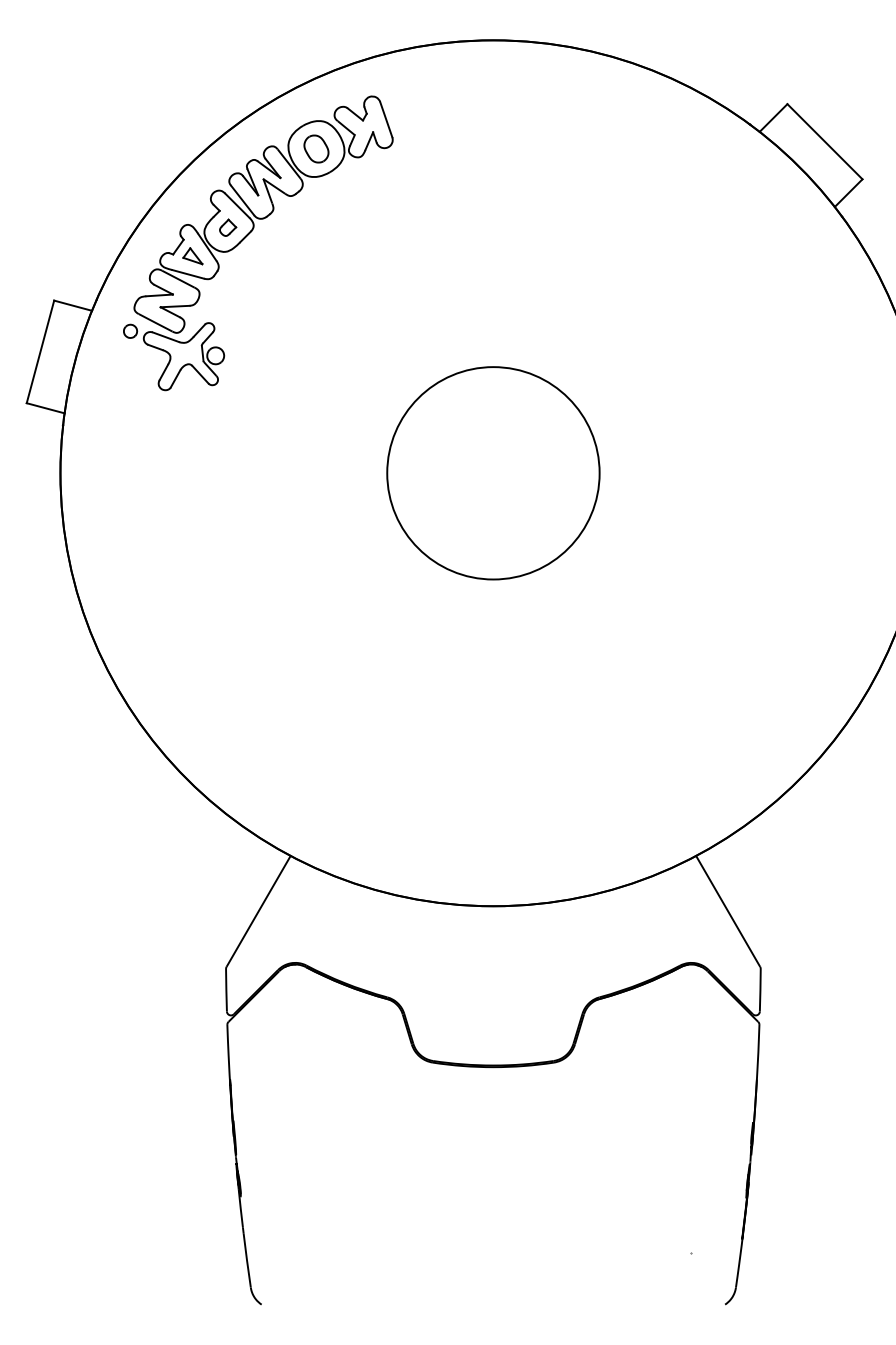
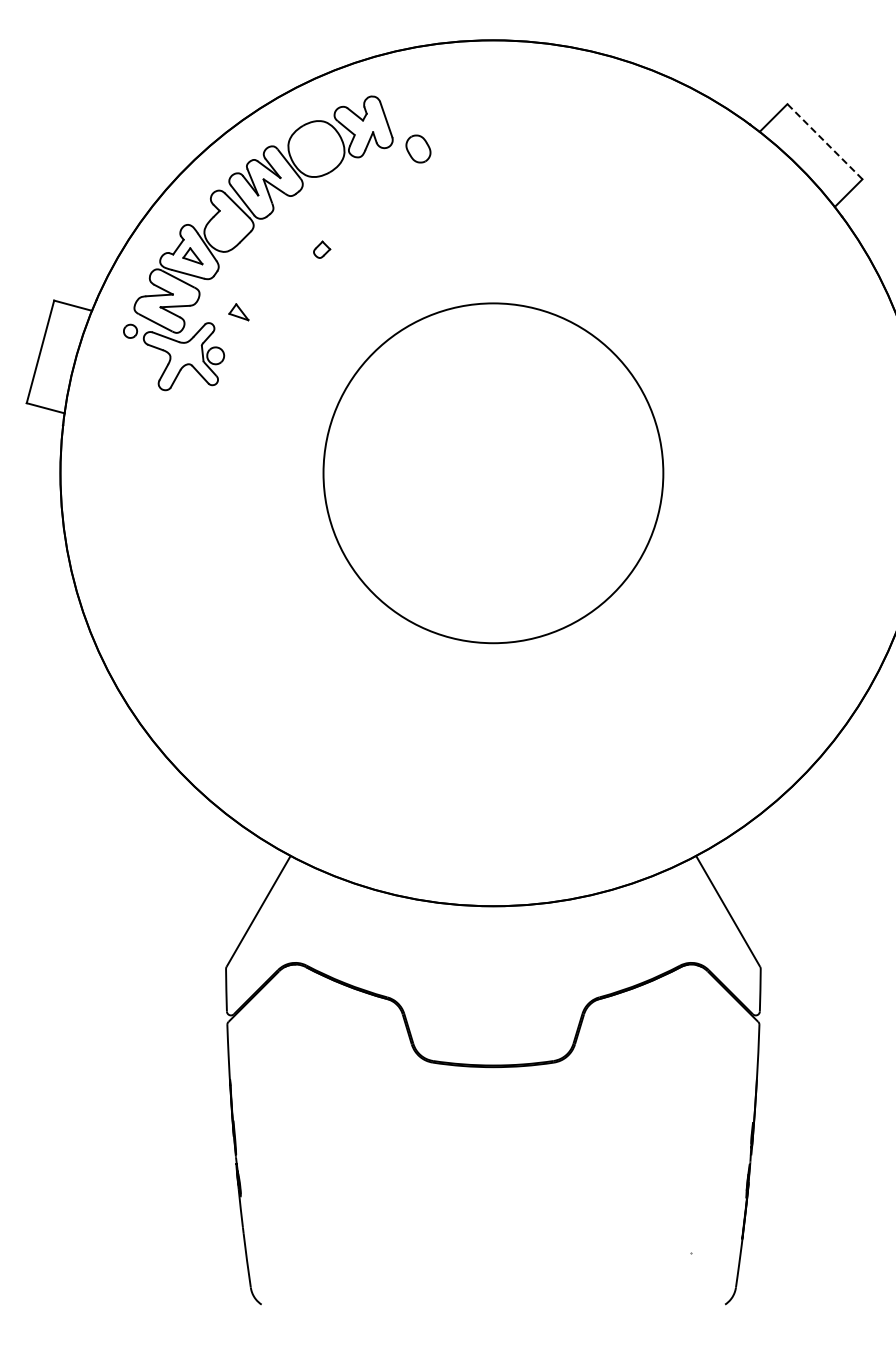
line at (824, 141): solid -> dashed
part at (316, 148) position: (316, 148) -> (418, 148)
part at (228, 227) position: (228, 227) -> (322, 249)
part at (238, 312): none -> present
circle at (493, 473) diameter: 212 px -> 340 px
